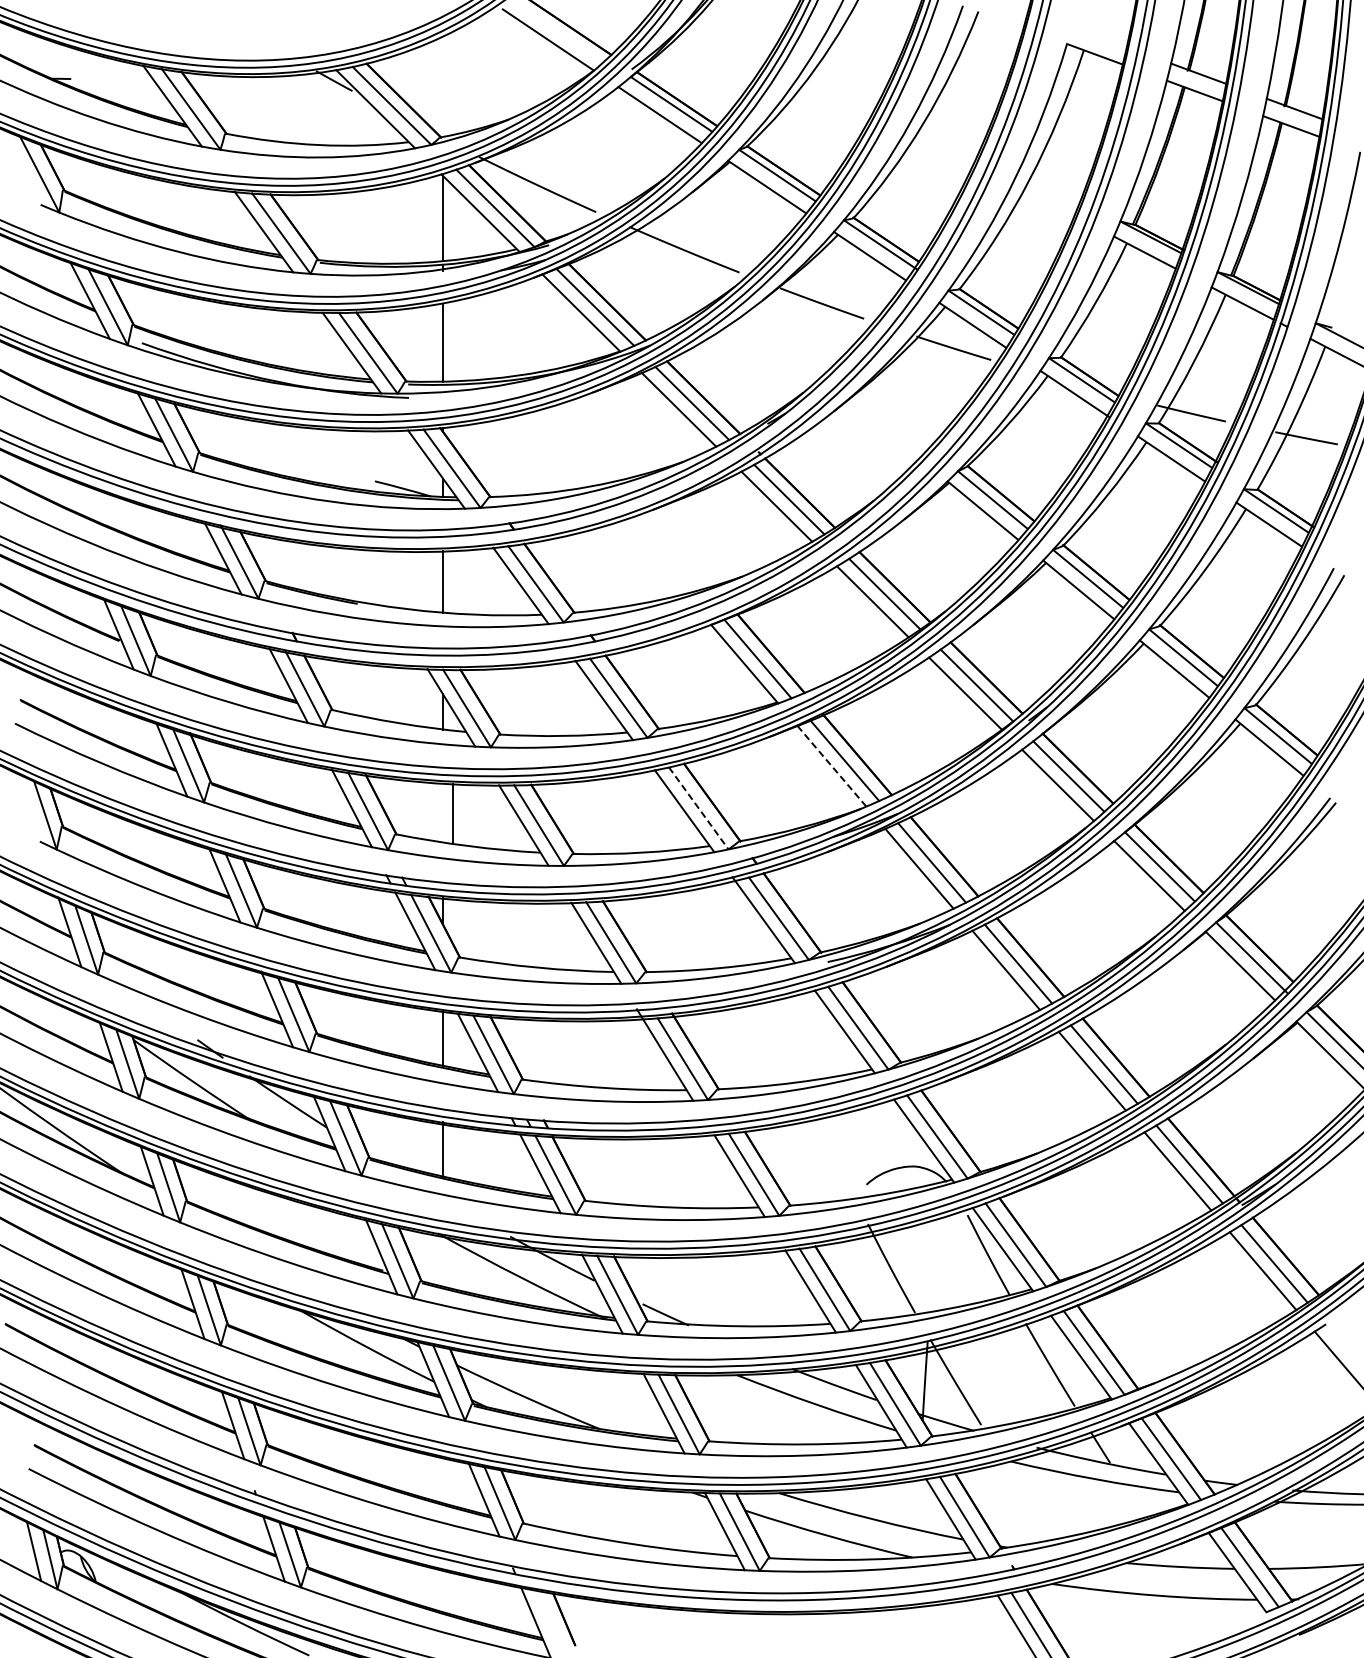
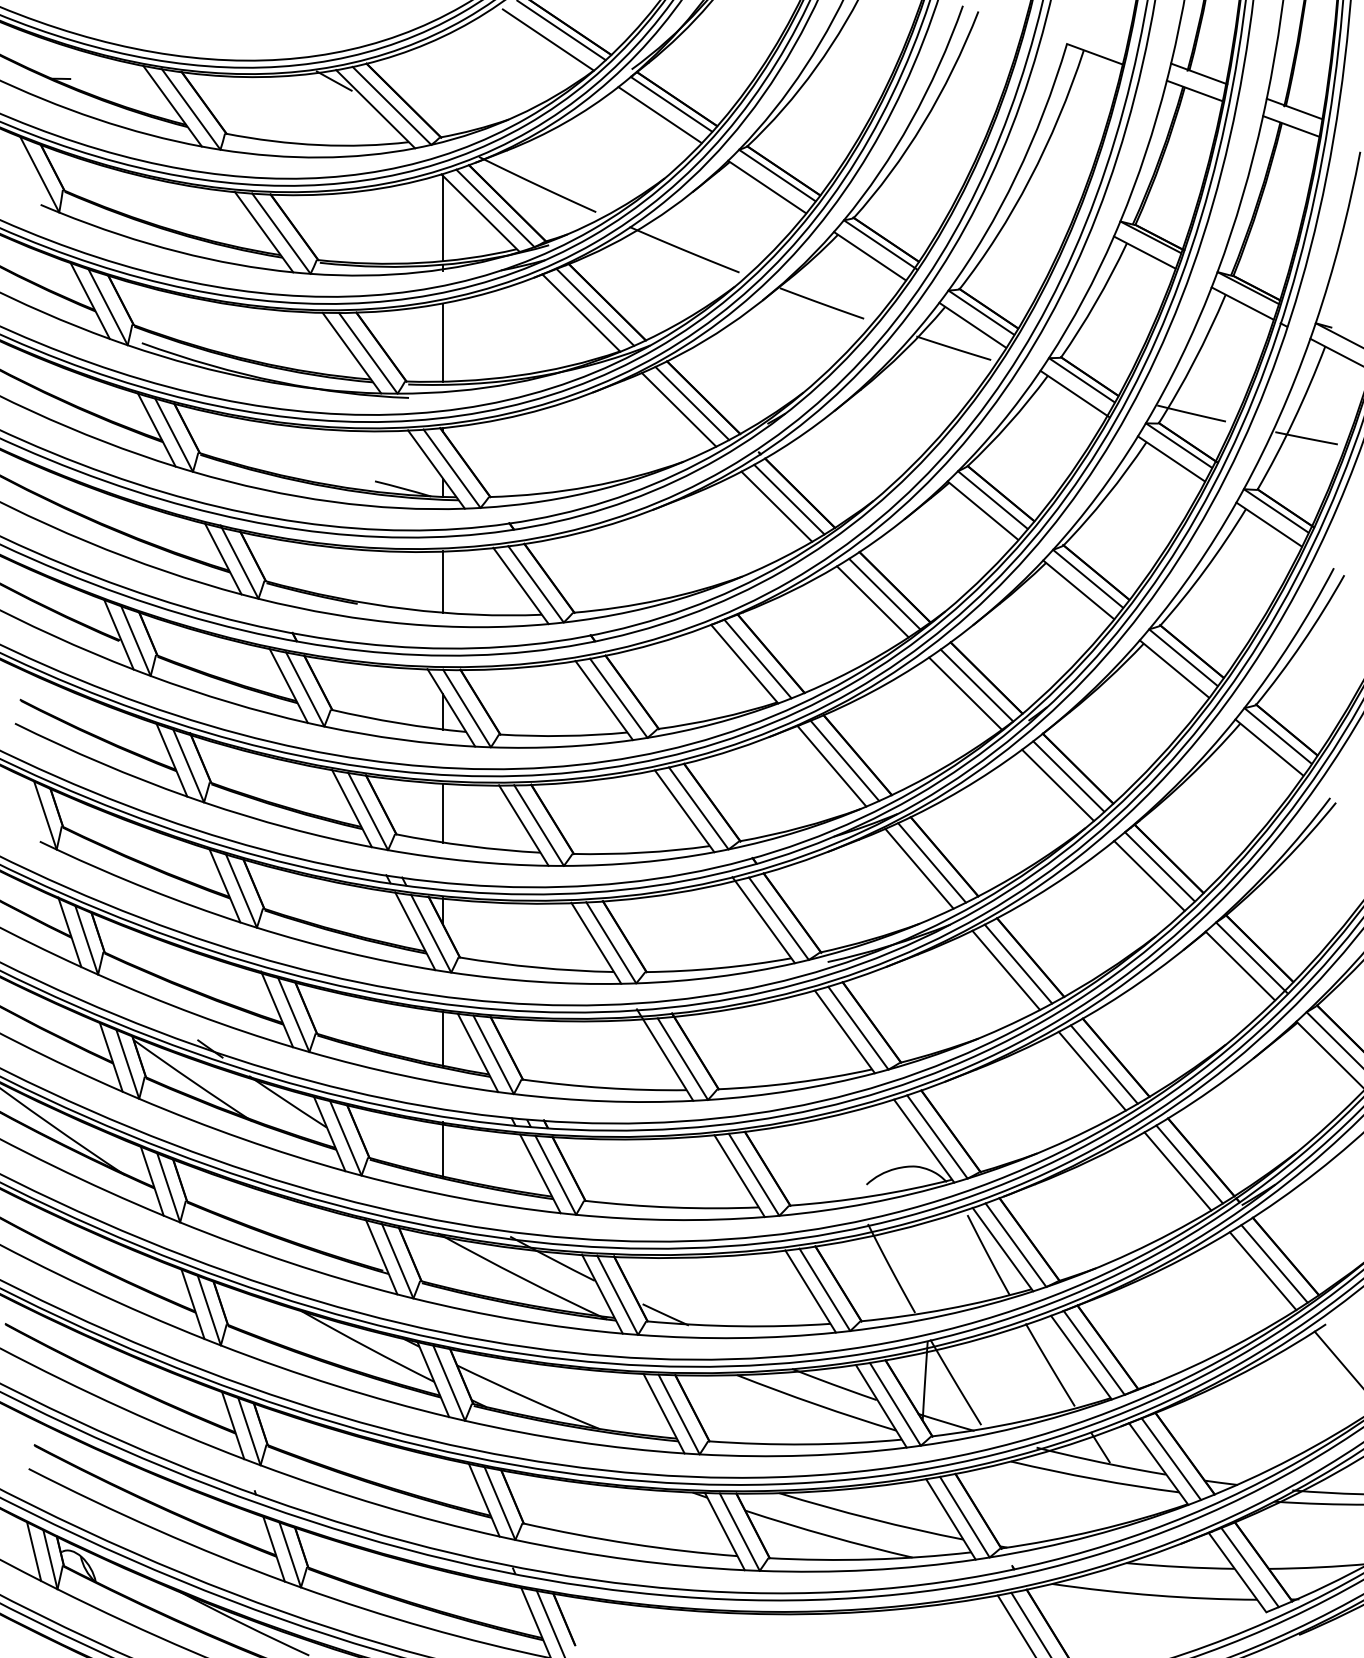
line at (562, 31): none -> present
line at (832, 766): dashed -> solid
line at (698, 808): dashed -> solid
line at (453, 812) position: (453, 812) -> (443, 812)
line at (549, 1622): none -> present
